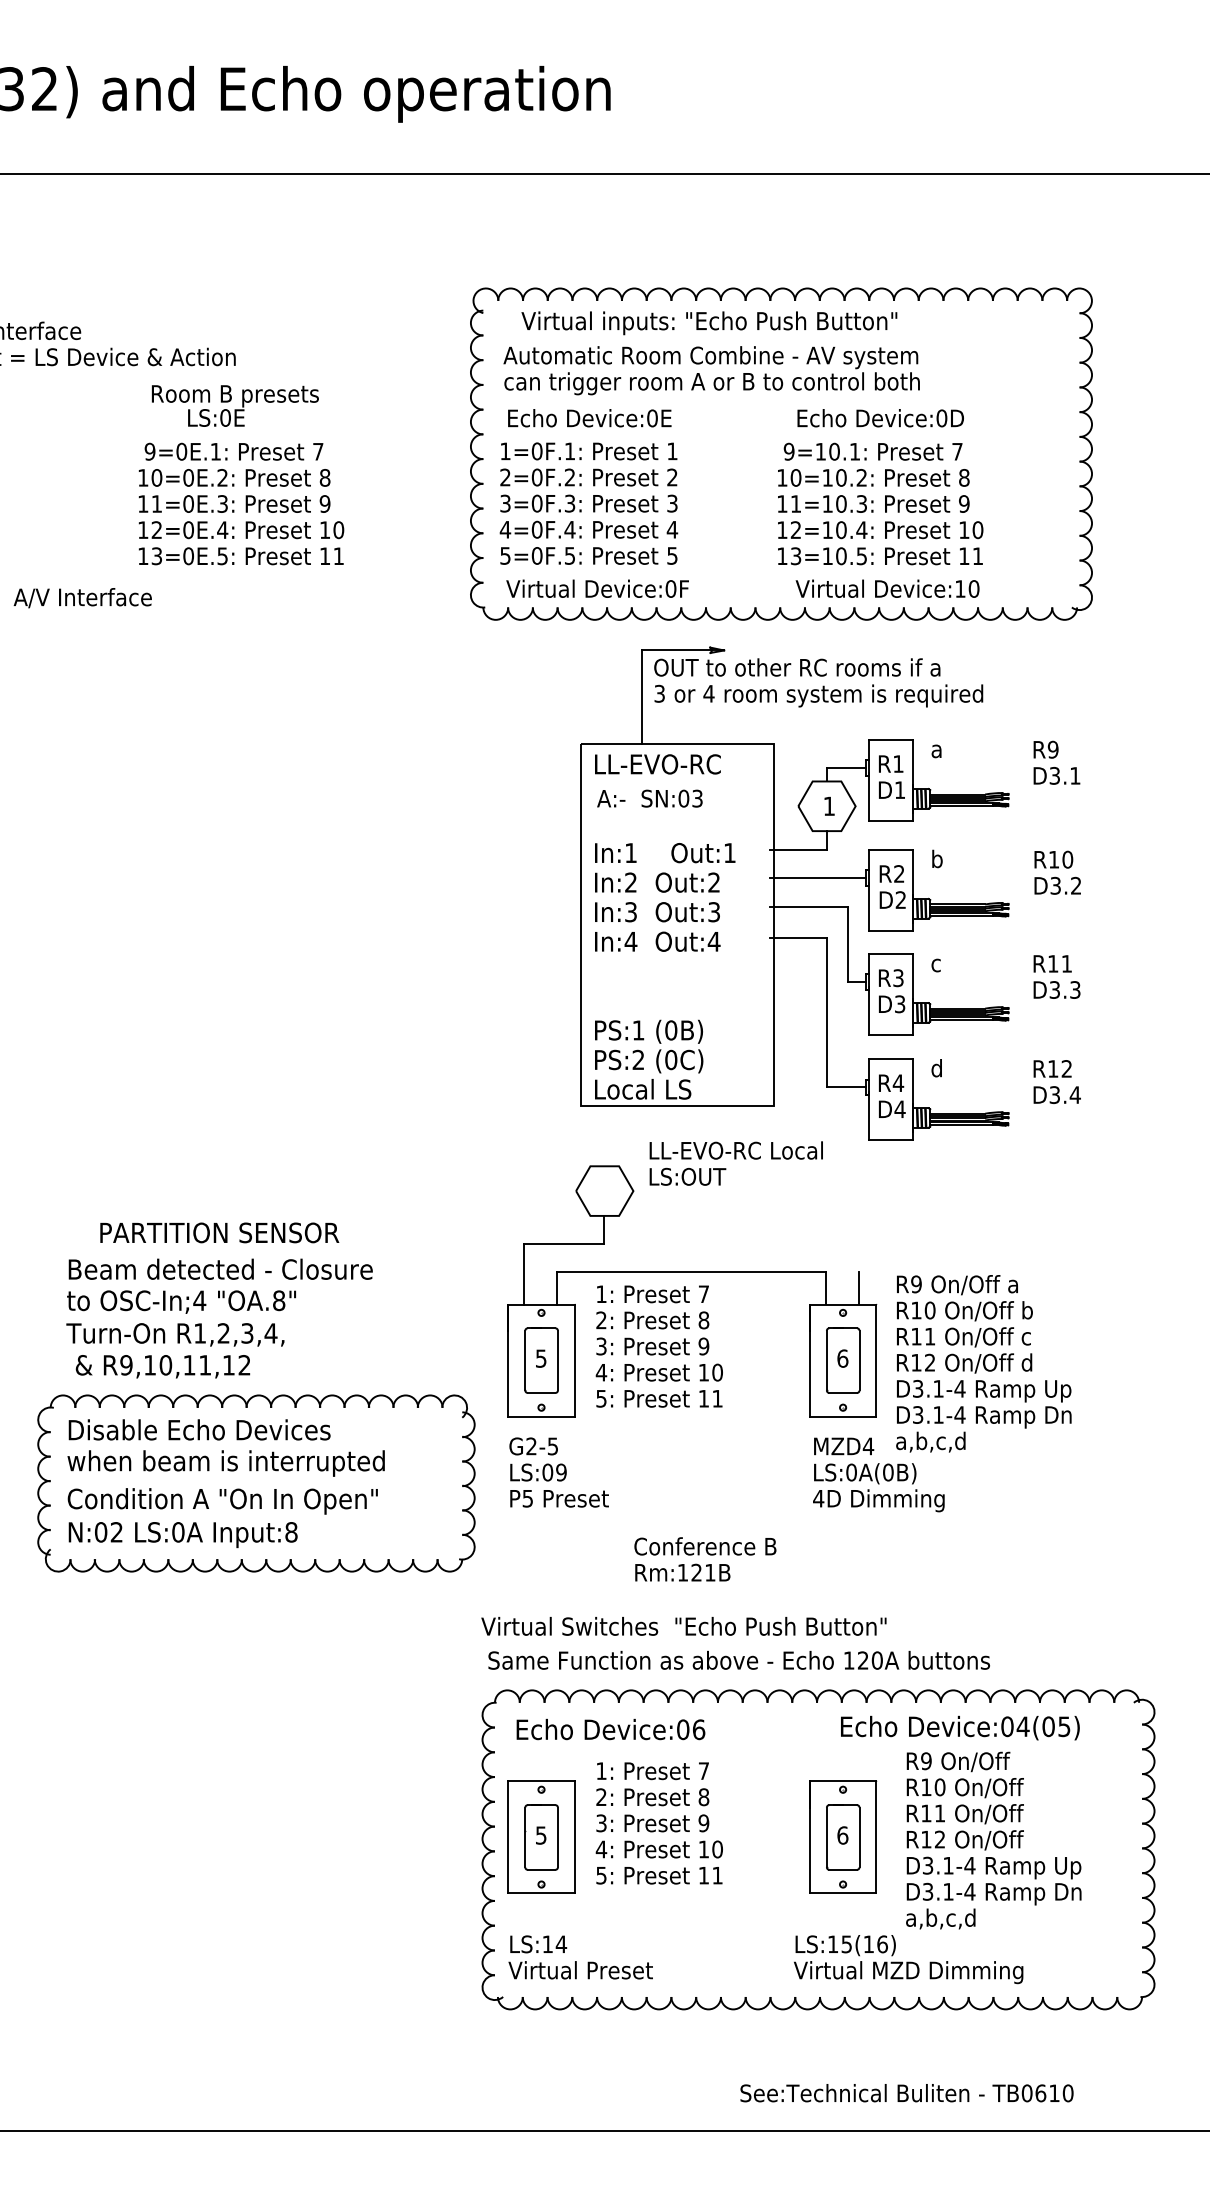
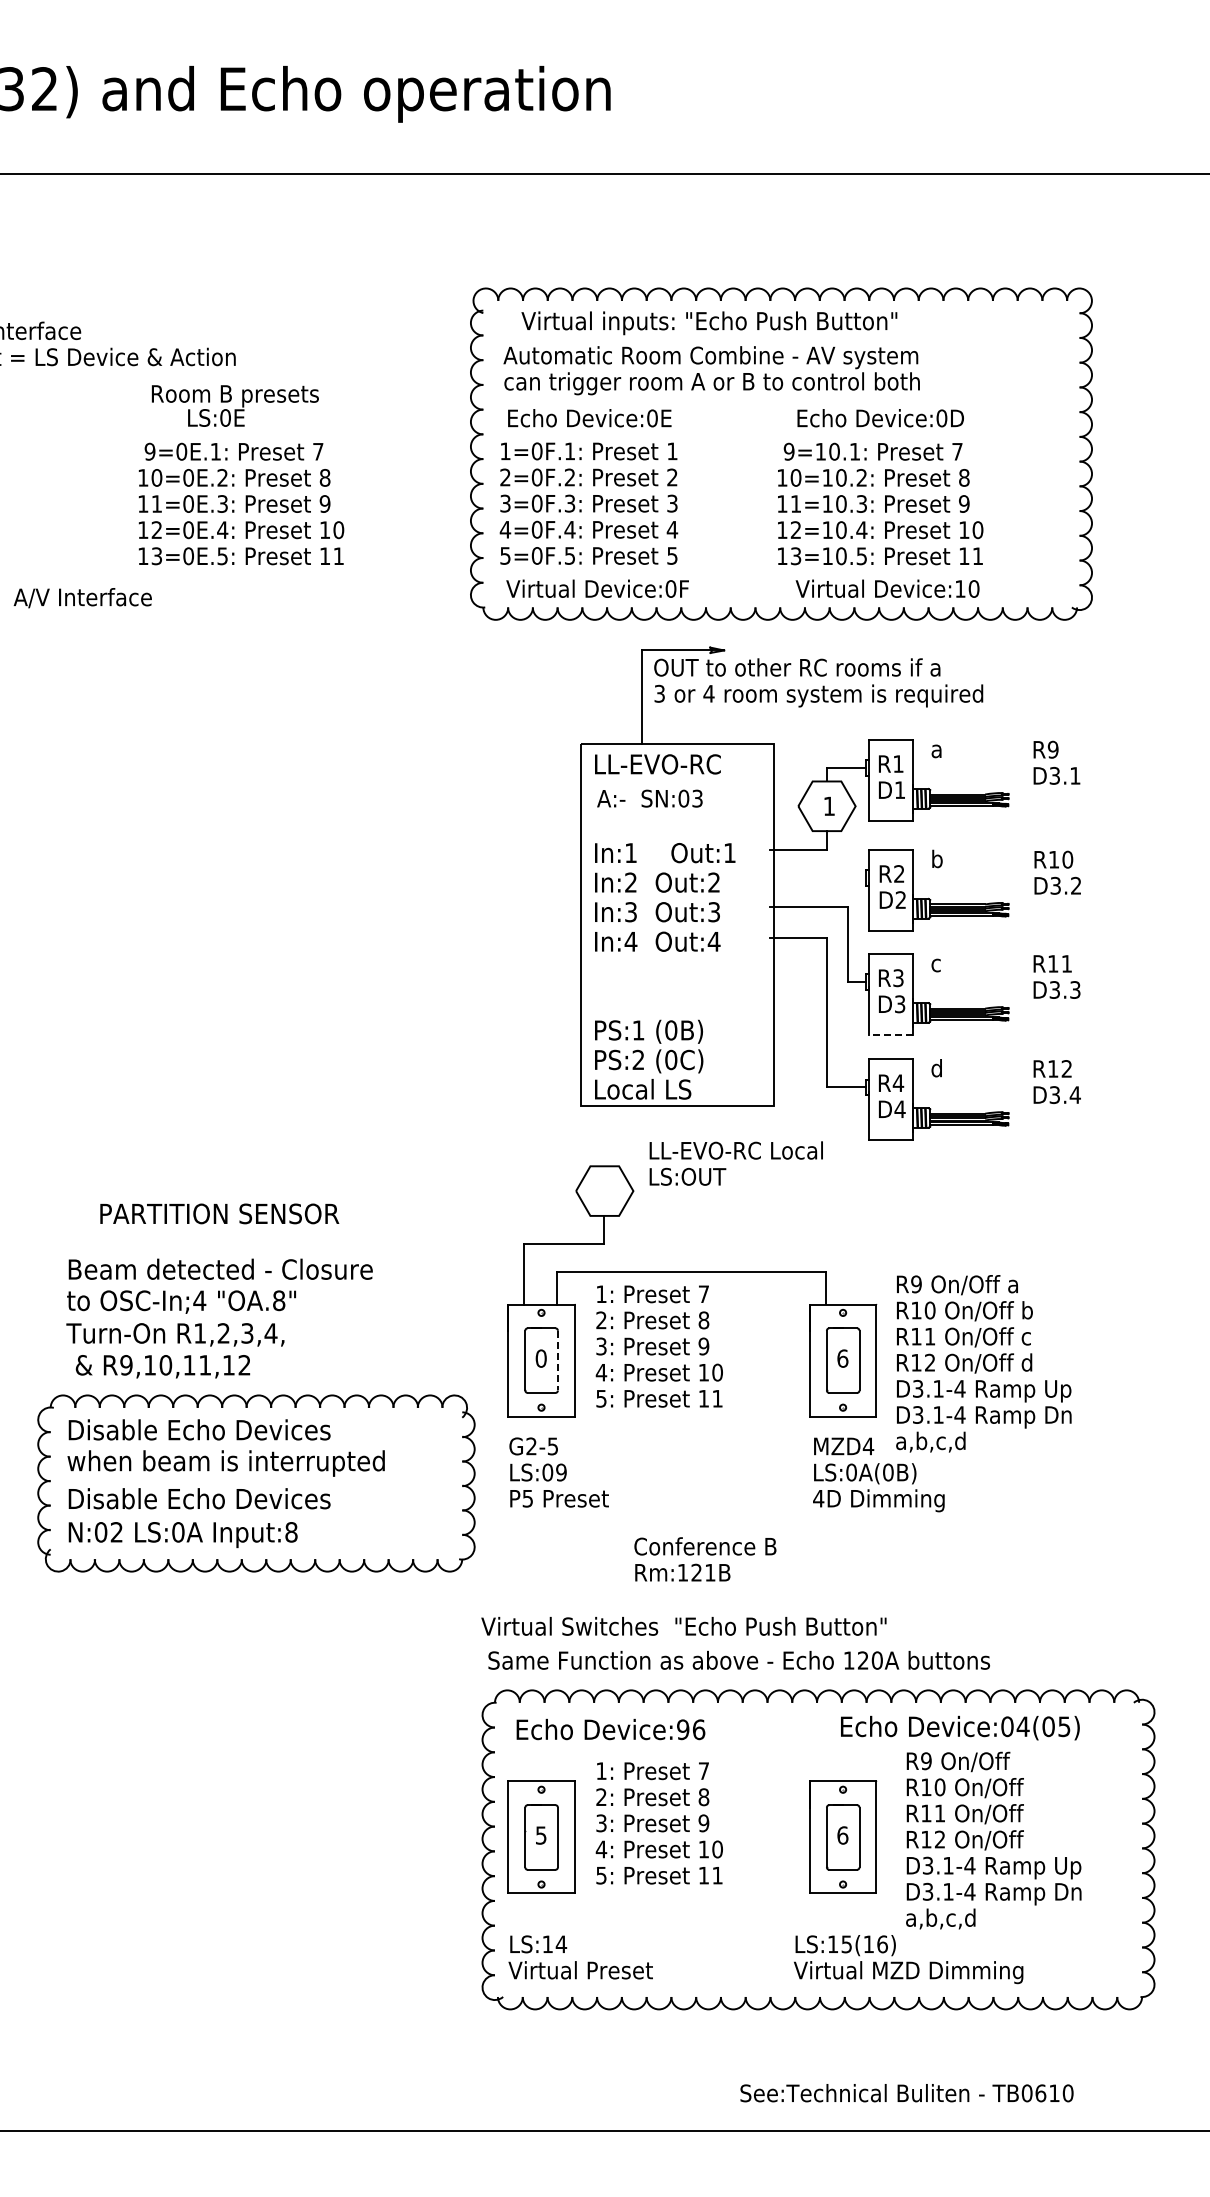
line at (817, 878): present -> none
line at (891, 1035): solid -> dashed
text at (219, 1232) position: (219, 1232) -> (219, 1213)
line at (859, 1288): present -> none
text at (540, 1358): 5 -> 0
line at (557, 1360): solid -> dashed
text at (222, 1501): Condition A "On In Open" -> Disable Echo Devices
text at (683, 1729): Device:06 -> Device:96
